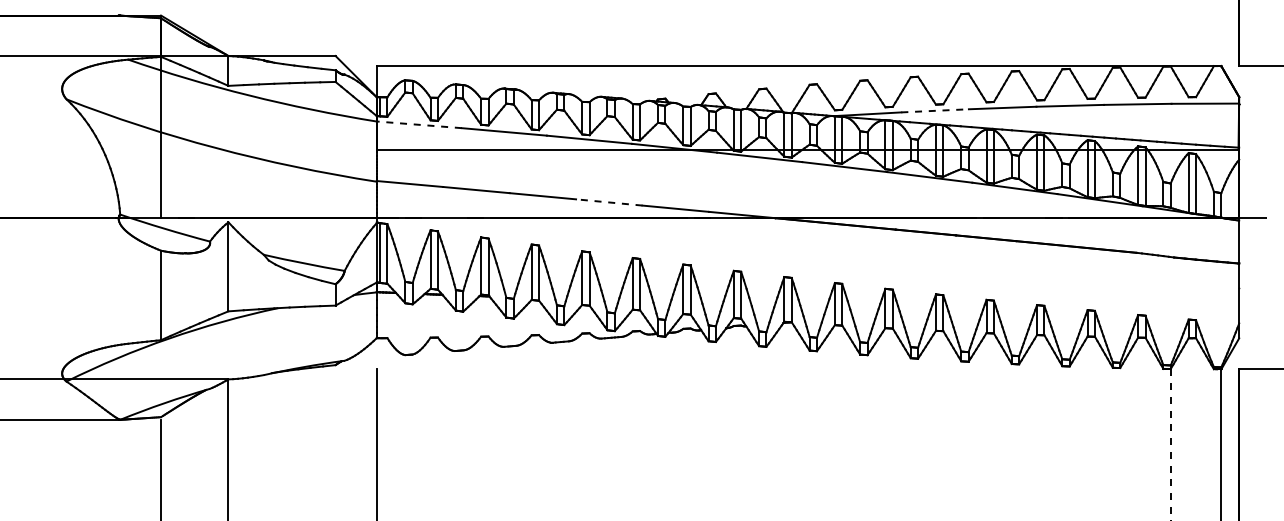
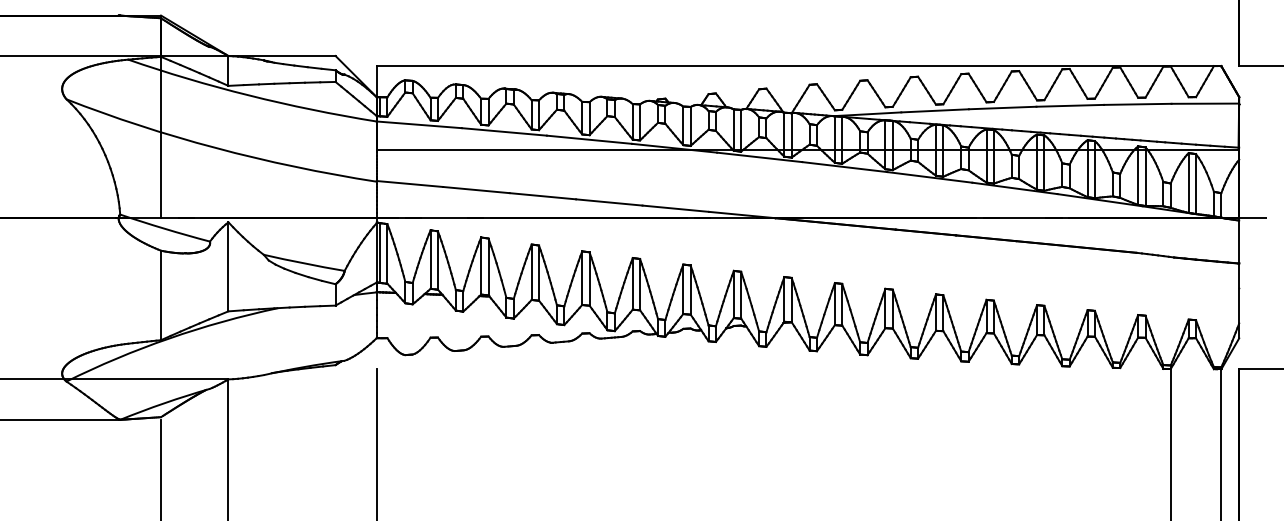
line at (935, 110): dashed -> solid
line at (419, 124): dashed -> solid
line at (608, 202): dashed -> solid
line at (1170, 445): dashed -> solid
